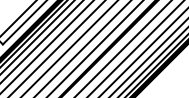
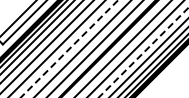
line at (69, 48): solid -> dashed
line at (143, 52): solid -> dashed
